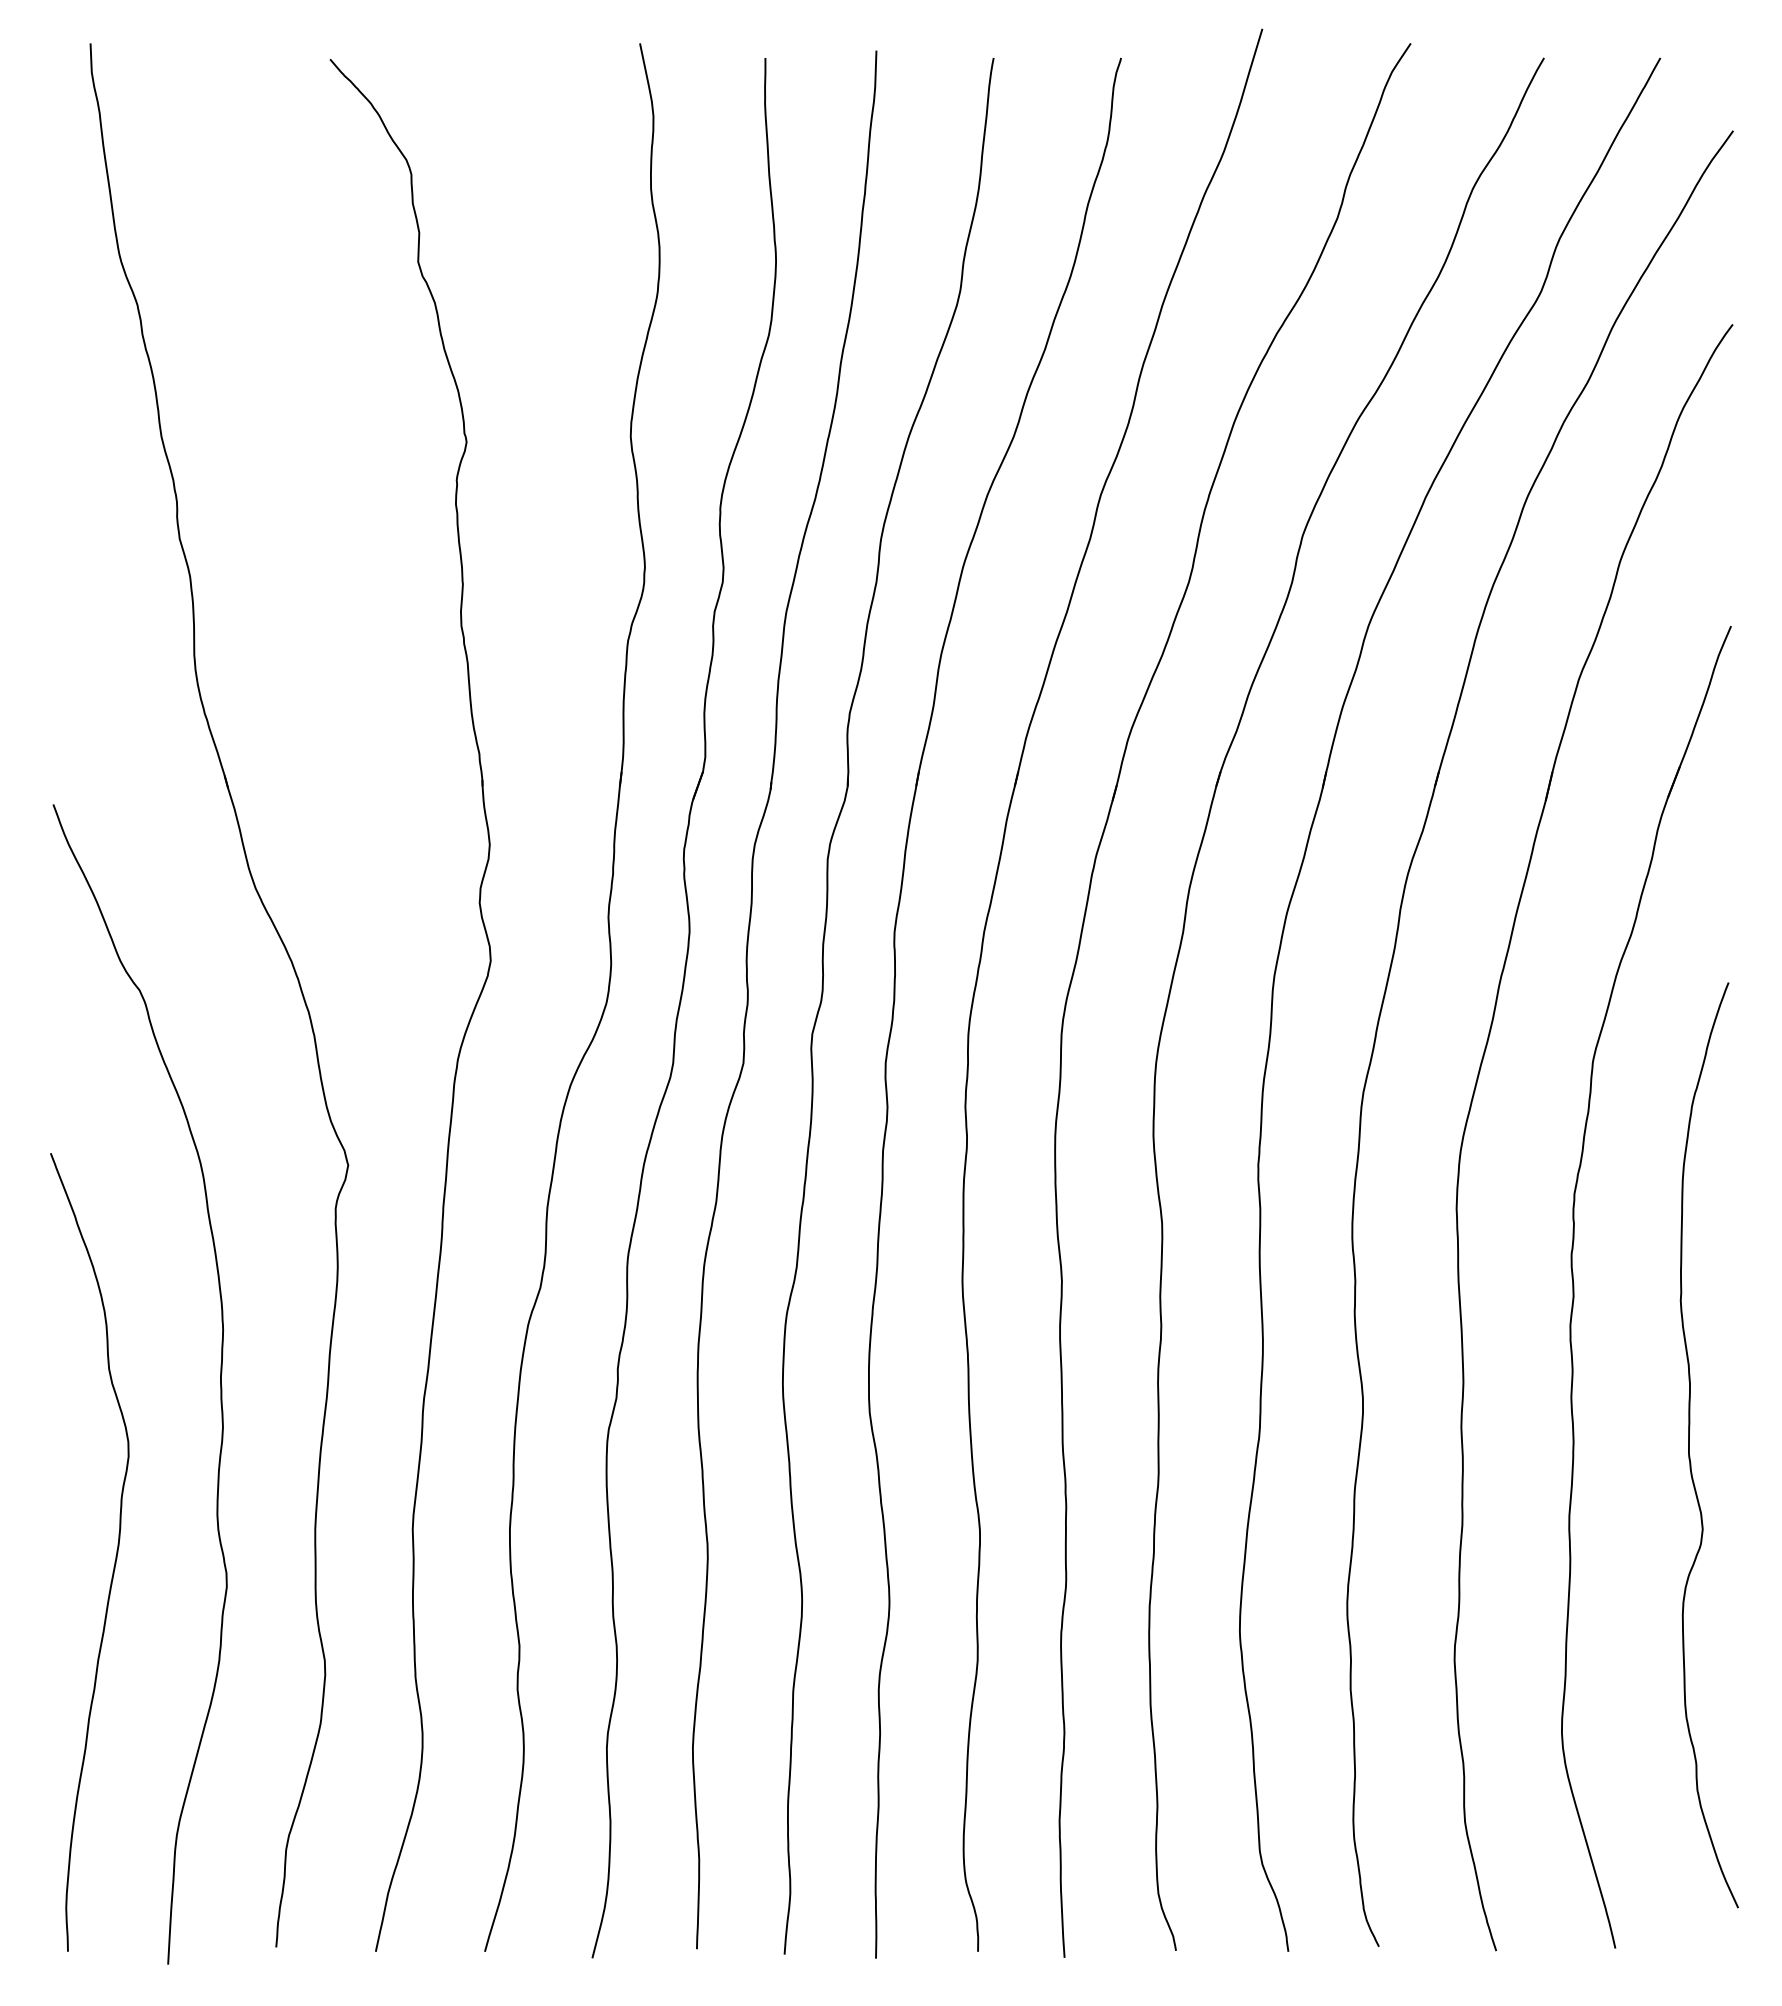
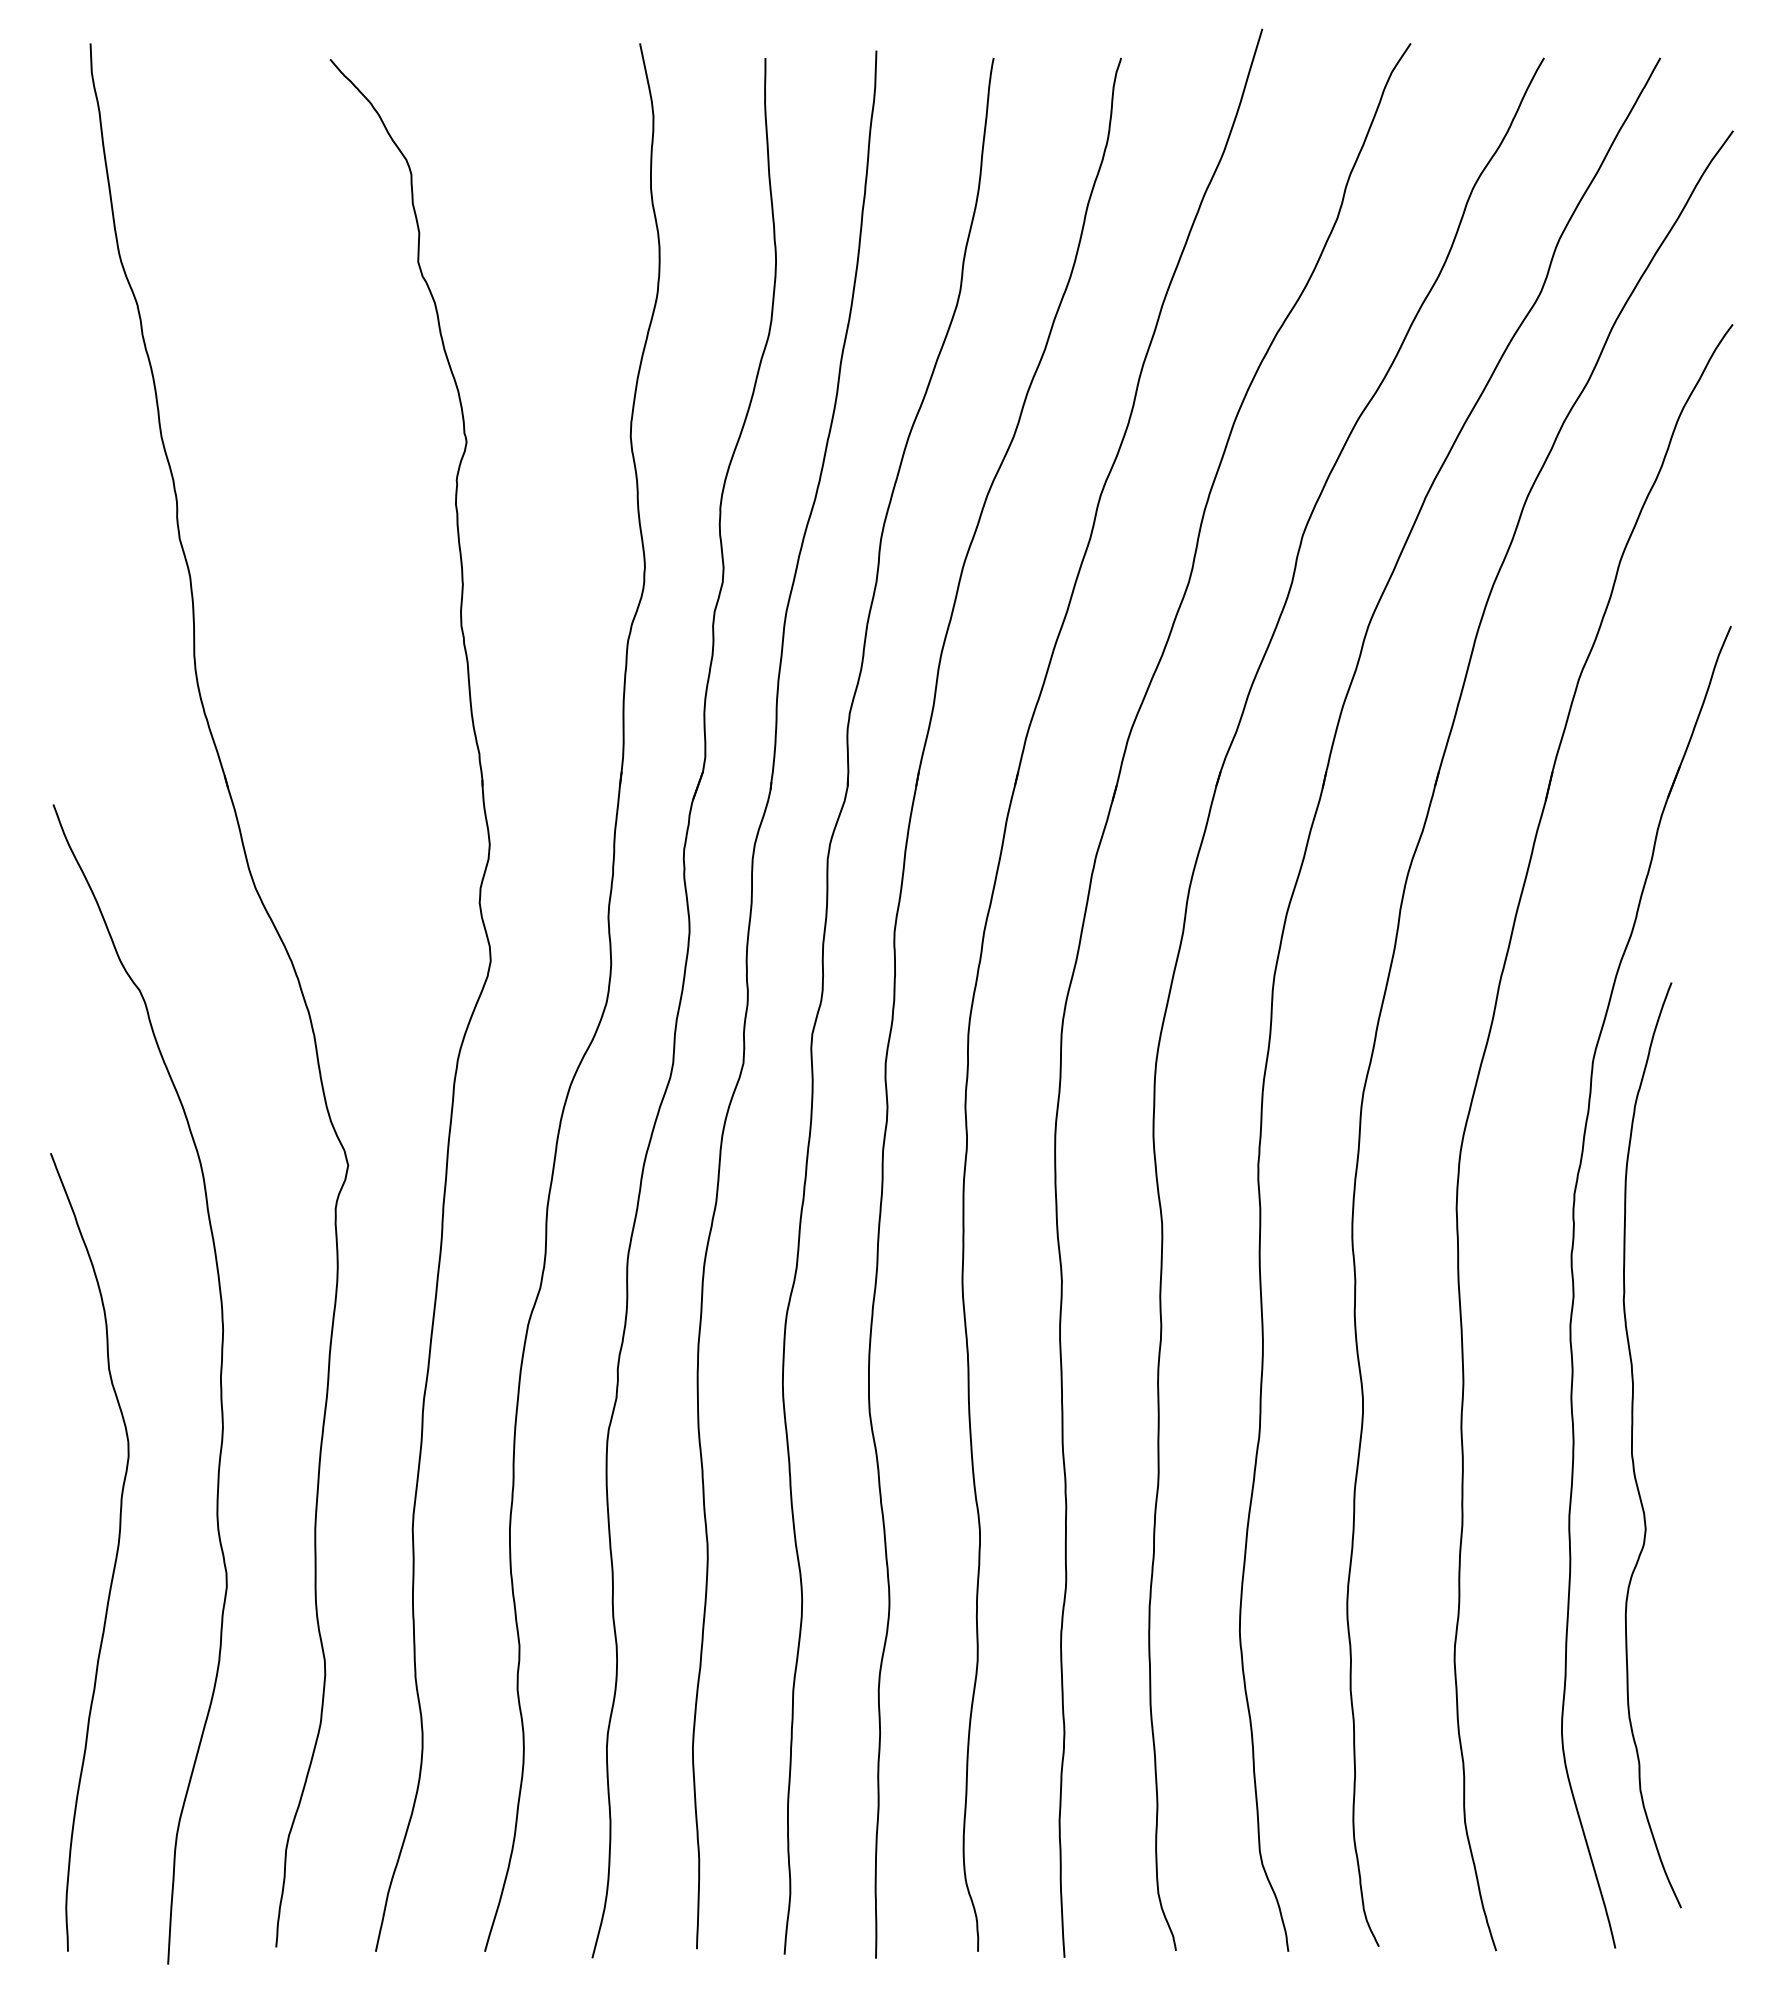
curve at (1689, 1445) position: (1689, 1445) -> (1632, 1445)
